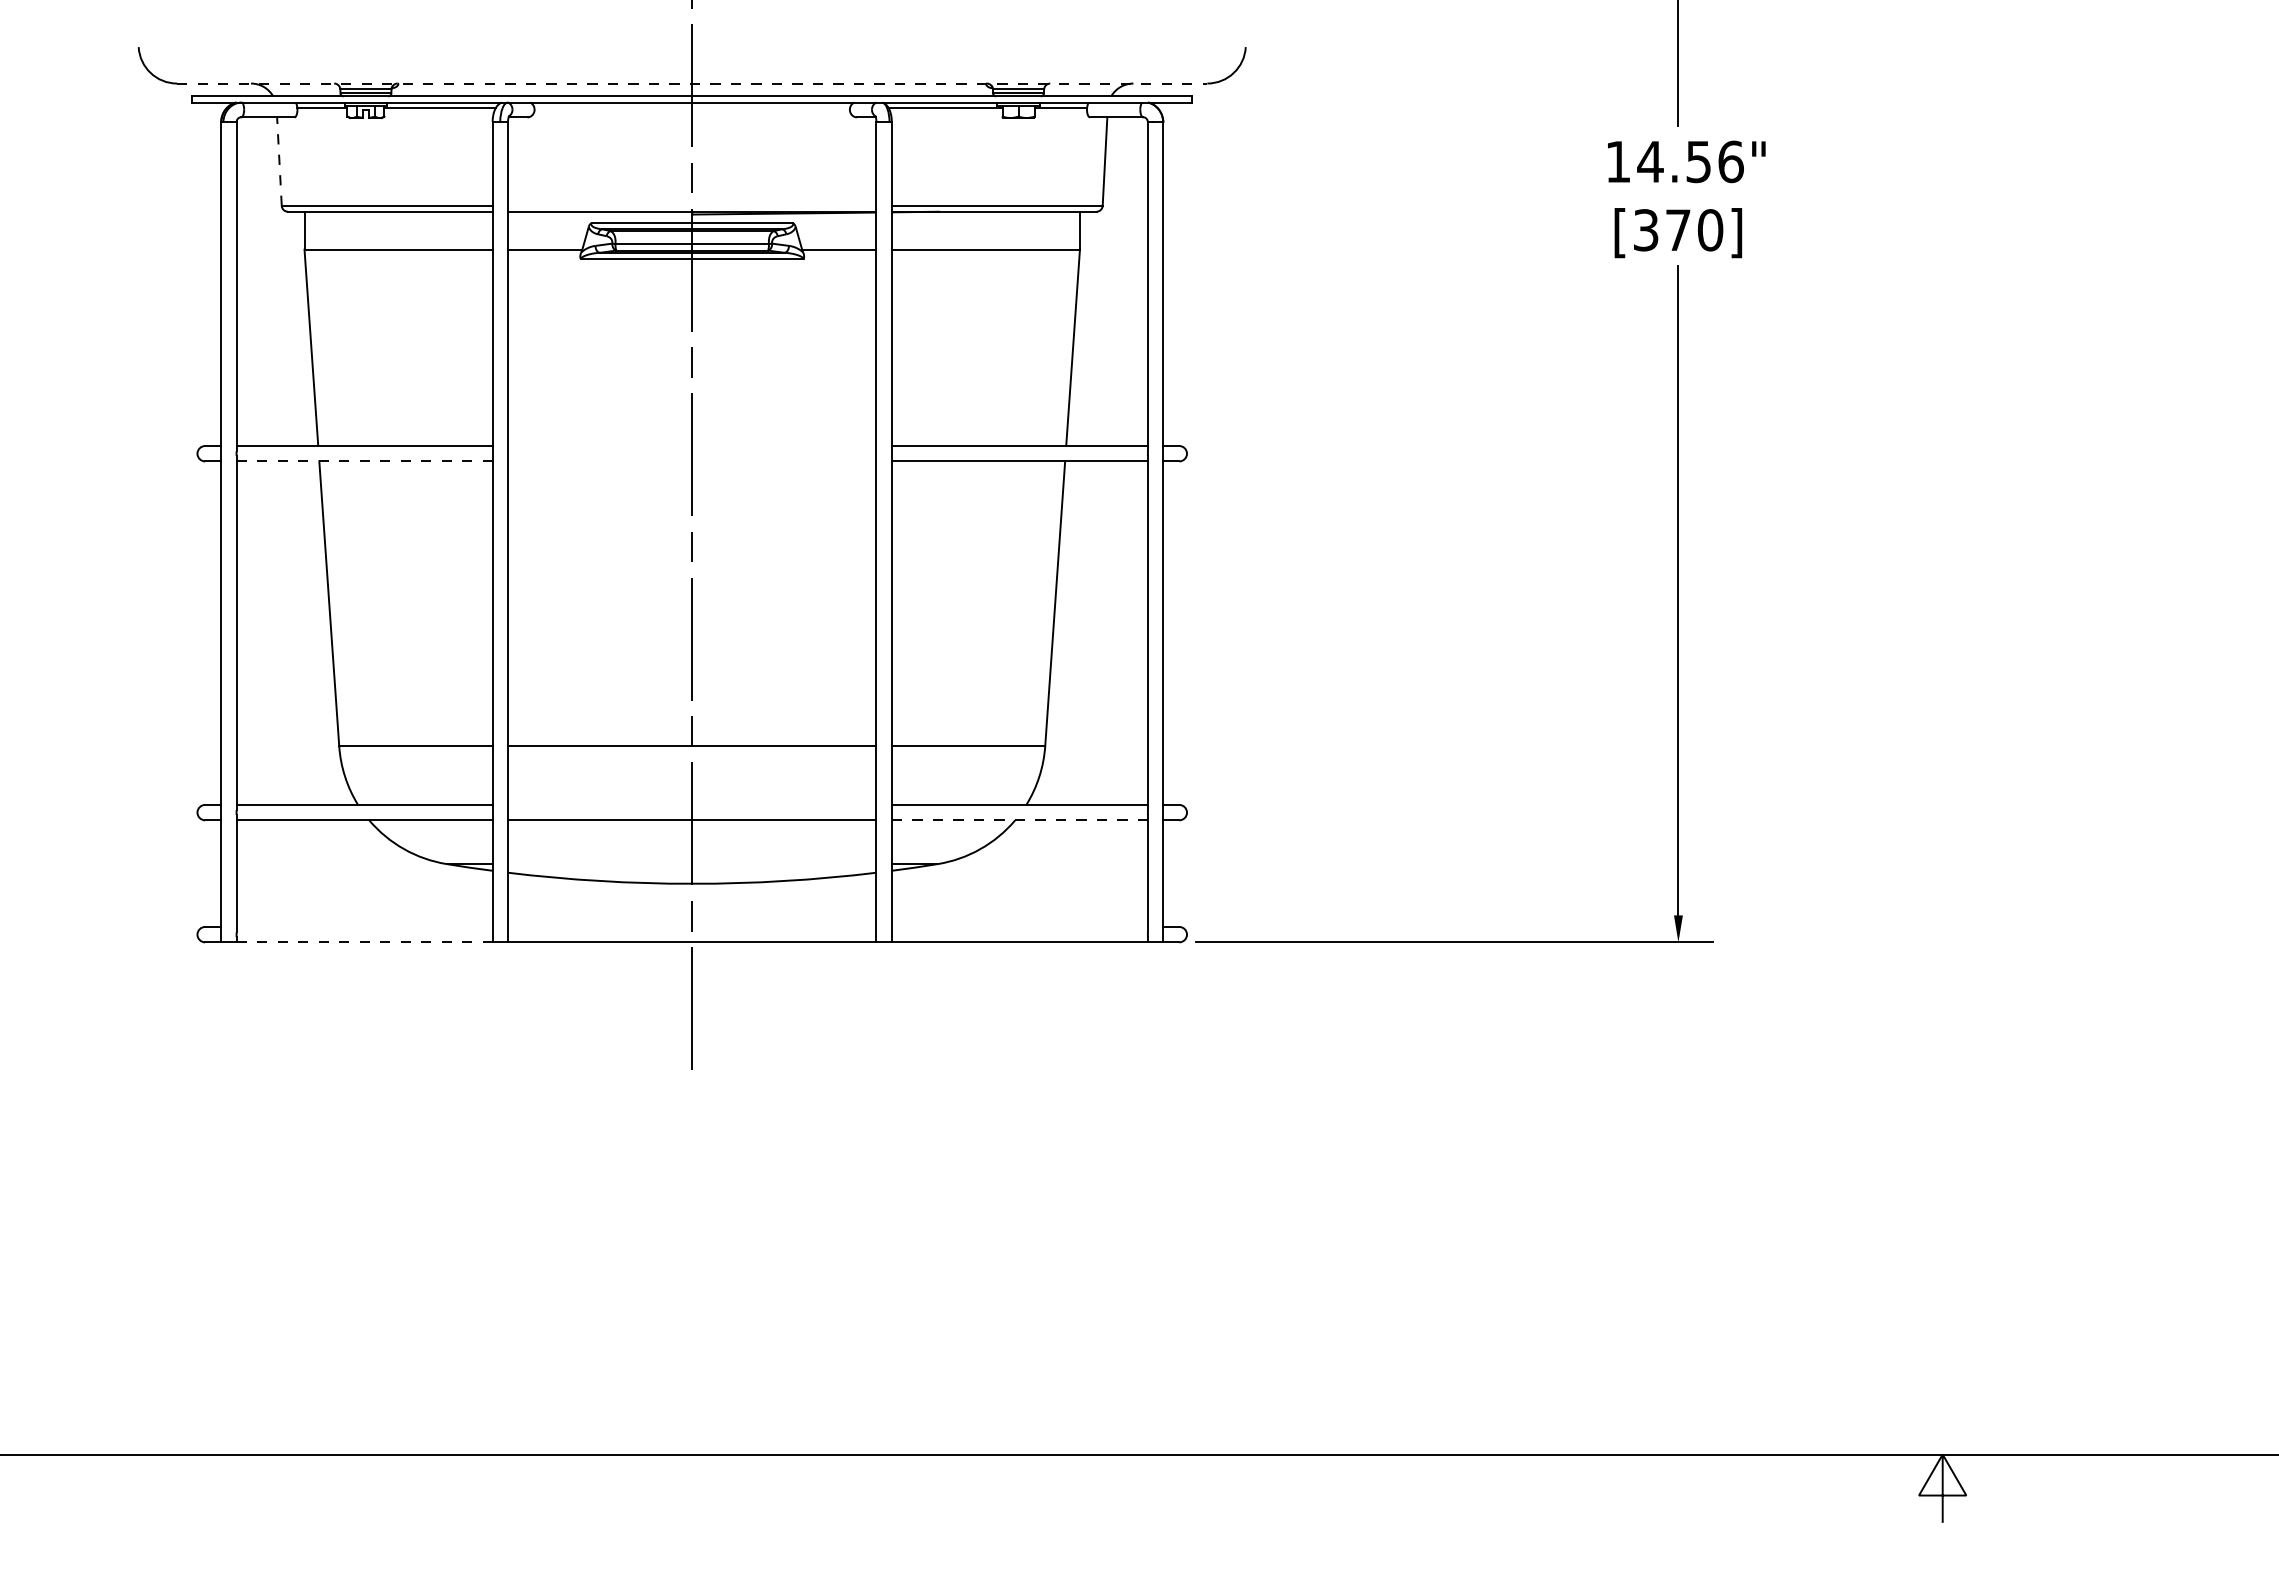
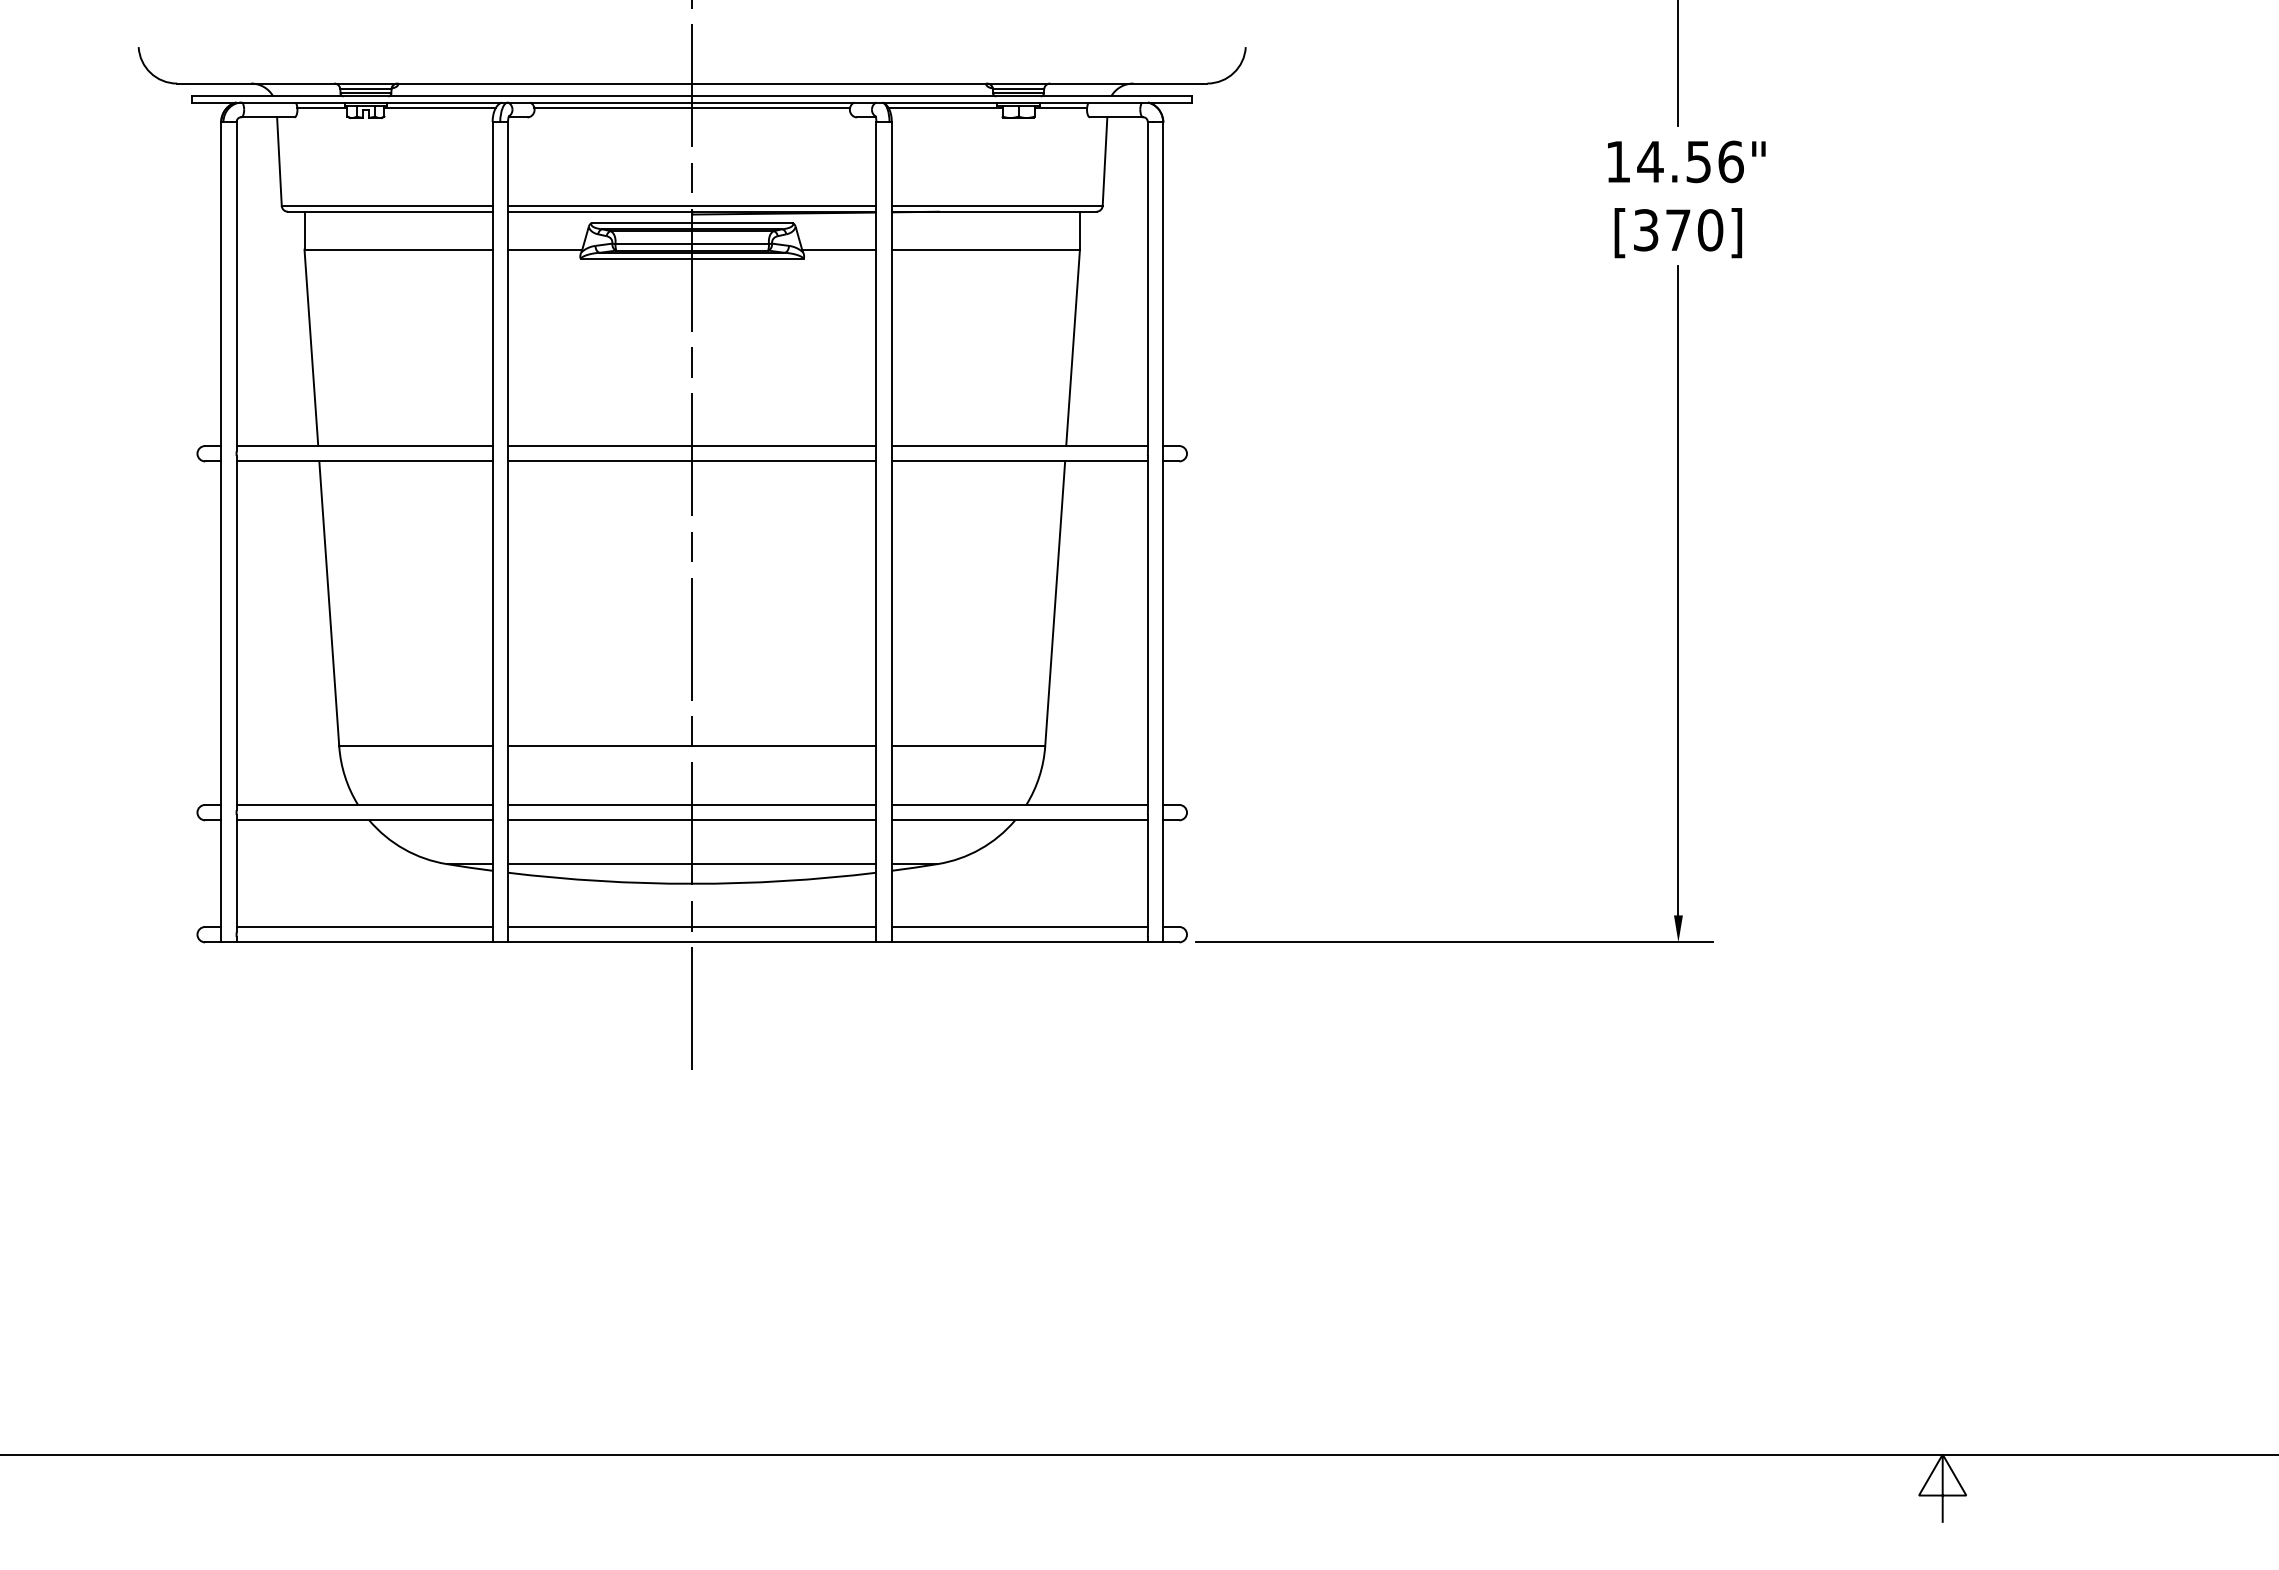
line at (692, 83): dashed -> solid
line at (692, 107): none -> present
line at (279, 161): dashed -> solid
line at (692, 205): none -> present
line at (692, 446): none -> present
line at (365, 461): dashed -> solid
line at (692, 461): none -> present
line at (692, 804): none -> present
line at (1020, 820): dashed -> solid
line at (692, 864): none -> present
line at (364, 926): none -> present
line at (692, 926): none -> present
line at (1019, 926): none -> present
line at (365, 942): dashed -> solid
